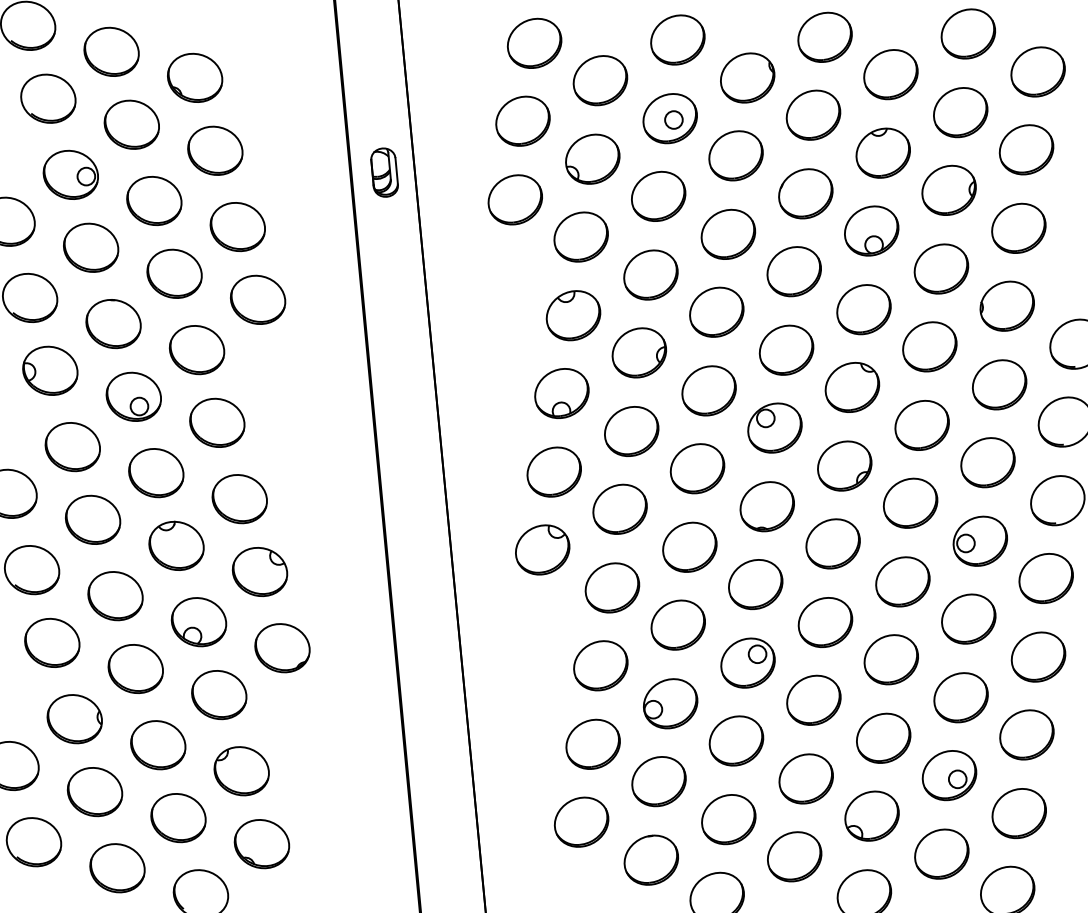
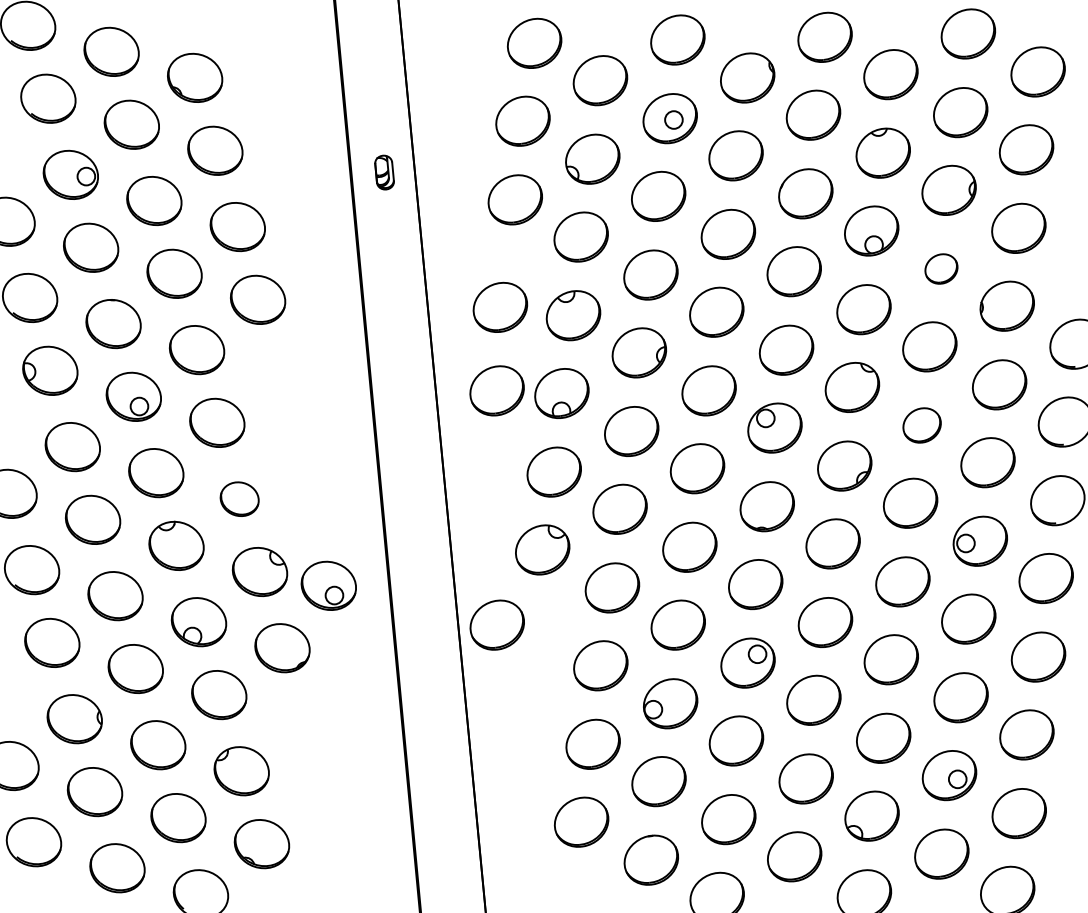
part at (384, 172) size: 29x51 px -> 21x37 px
part at (941, 268) size: 57x52 px -> 35x32 px
part at (500, 306): none -> present
part at (496, 390): none -> present
part at (921, 425) size: 56x51 px -> 40x37 px
part at (239, 499) size: 57x51 px -> 41x36 px
part at (328, 585): none -> present
part at (496, 624): none -> present
